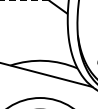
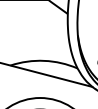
line at (24, 0): dashed -> solid
